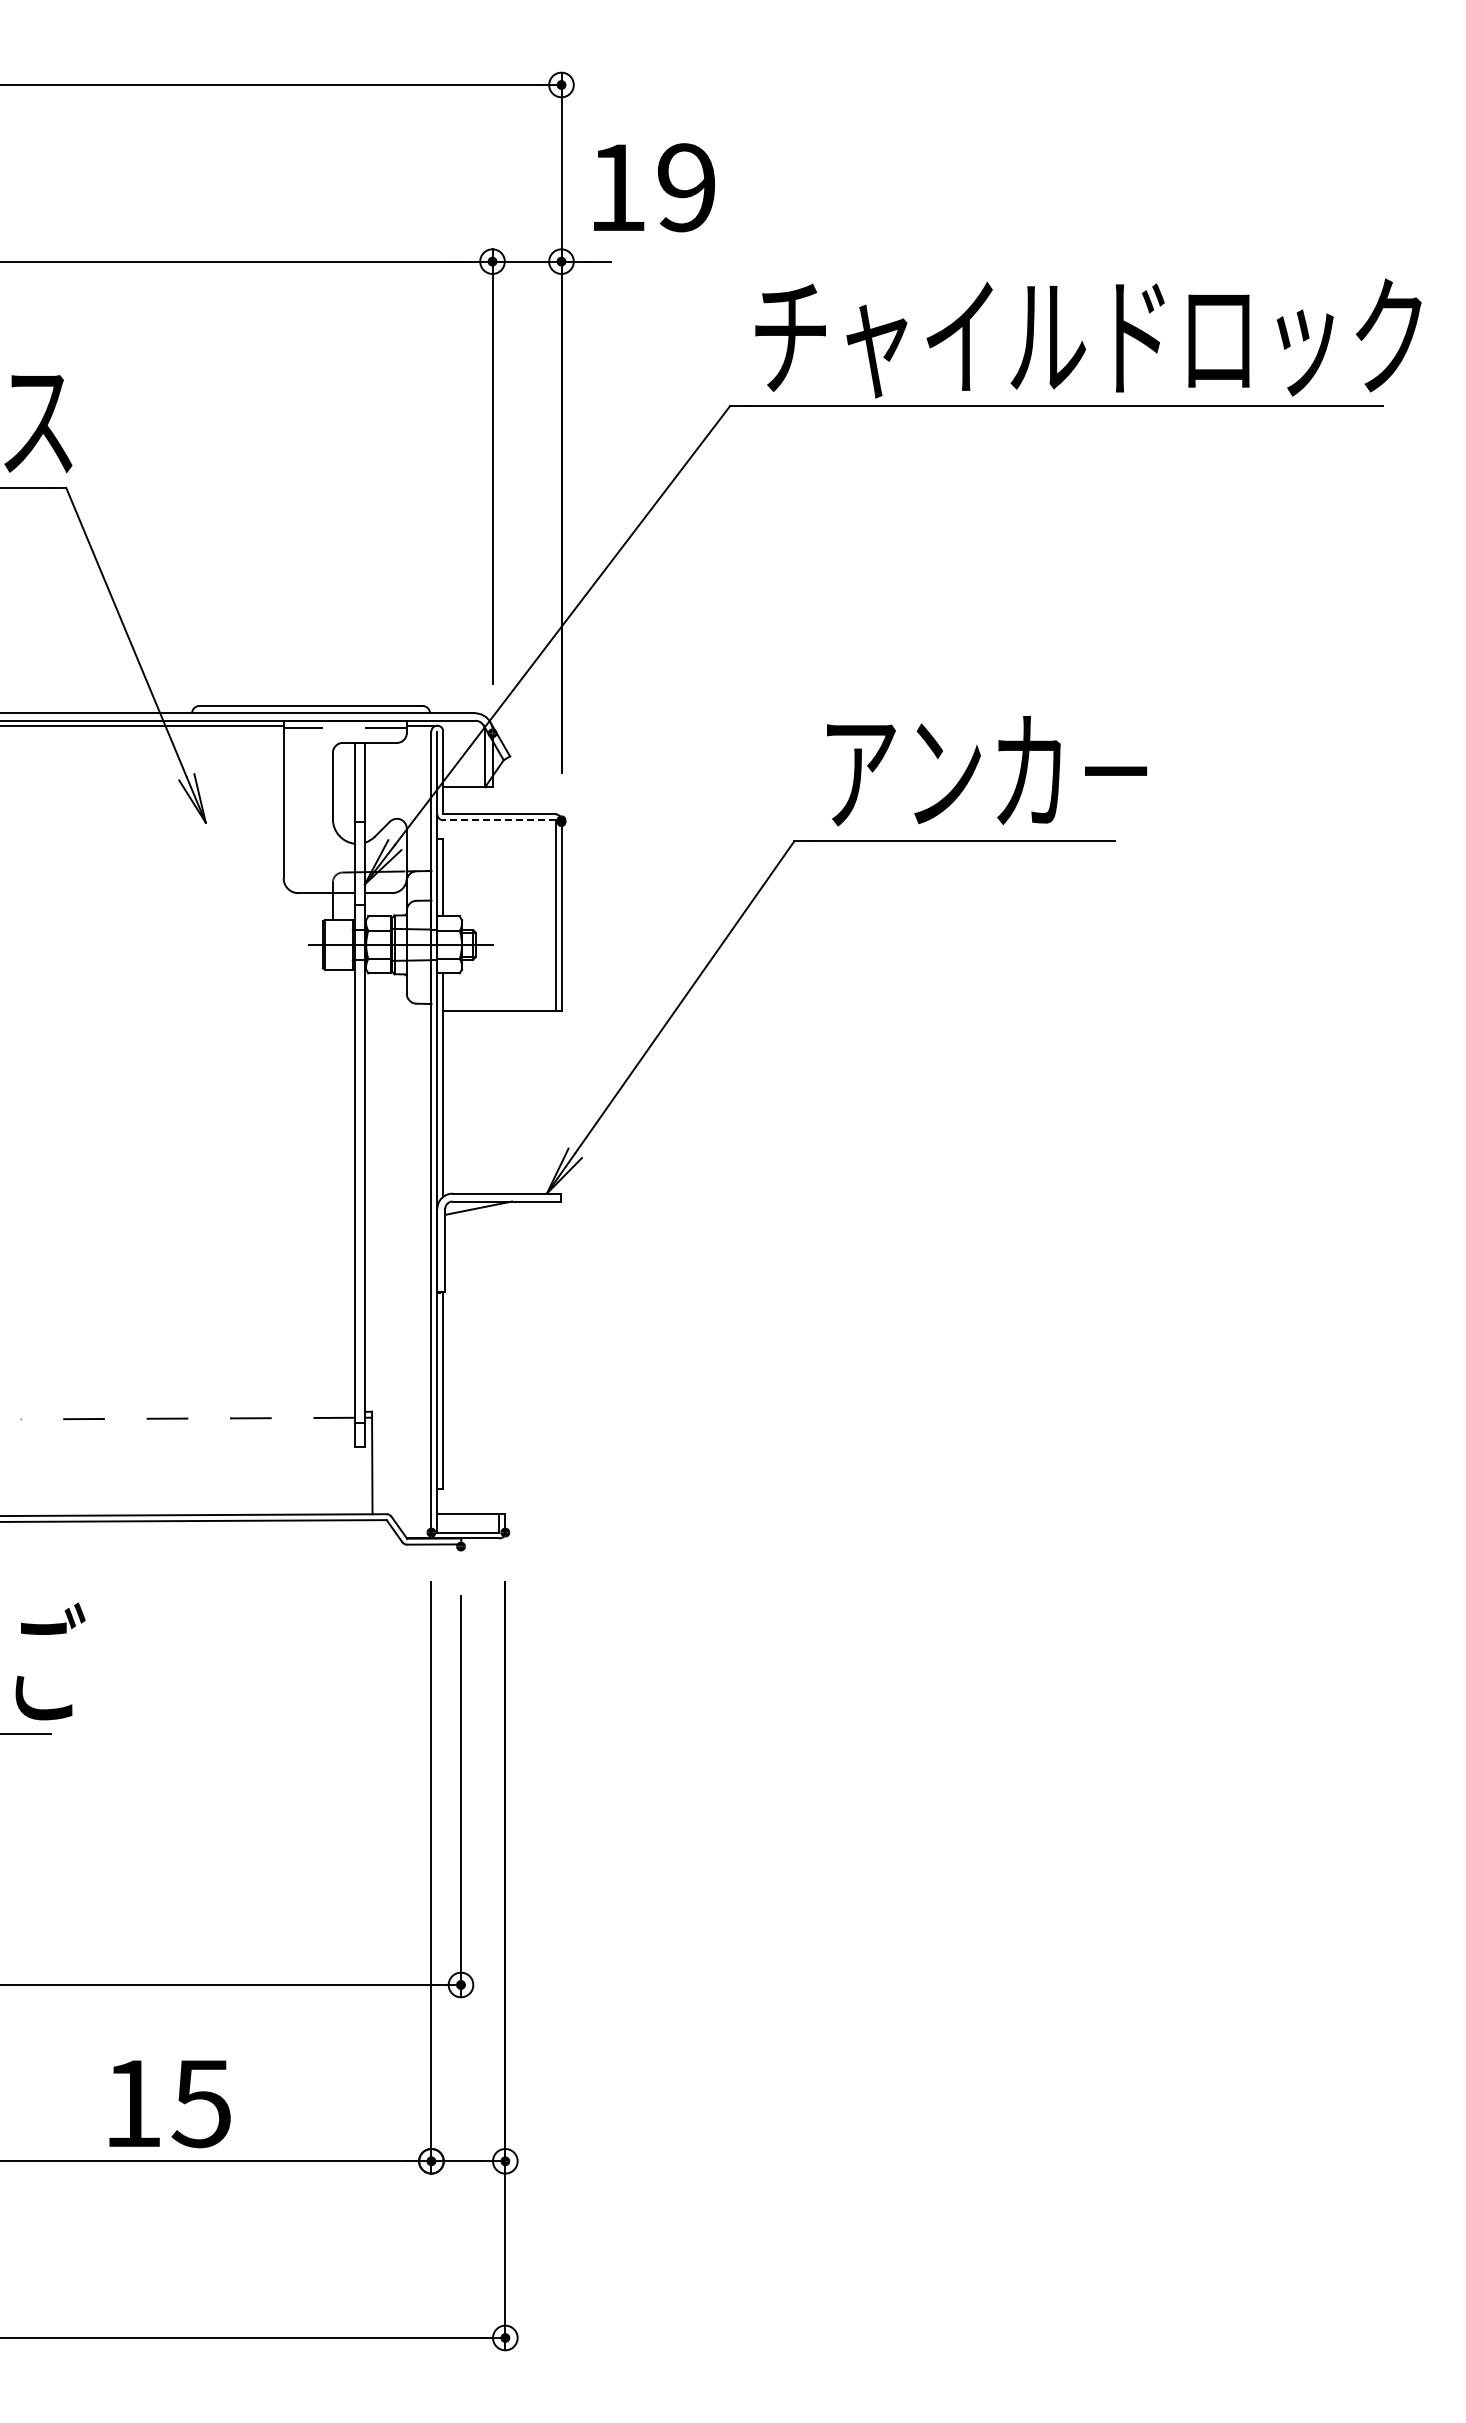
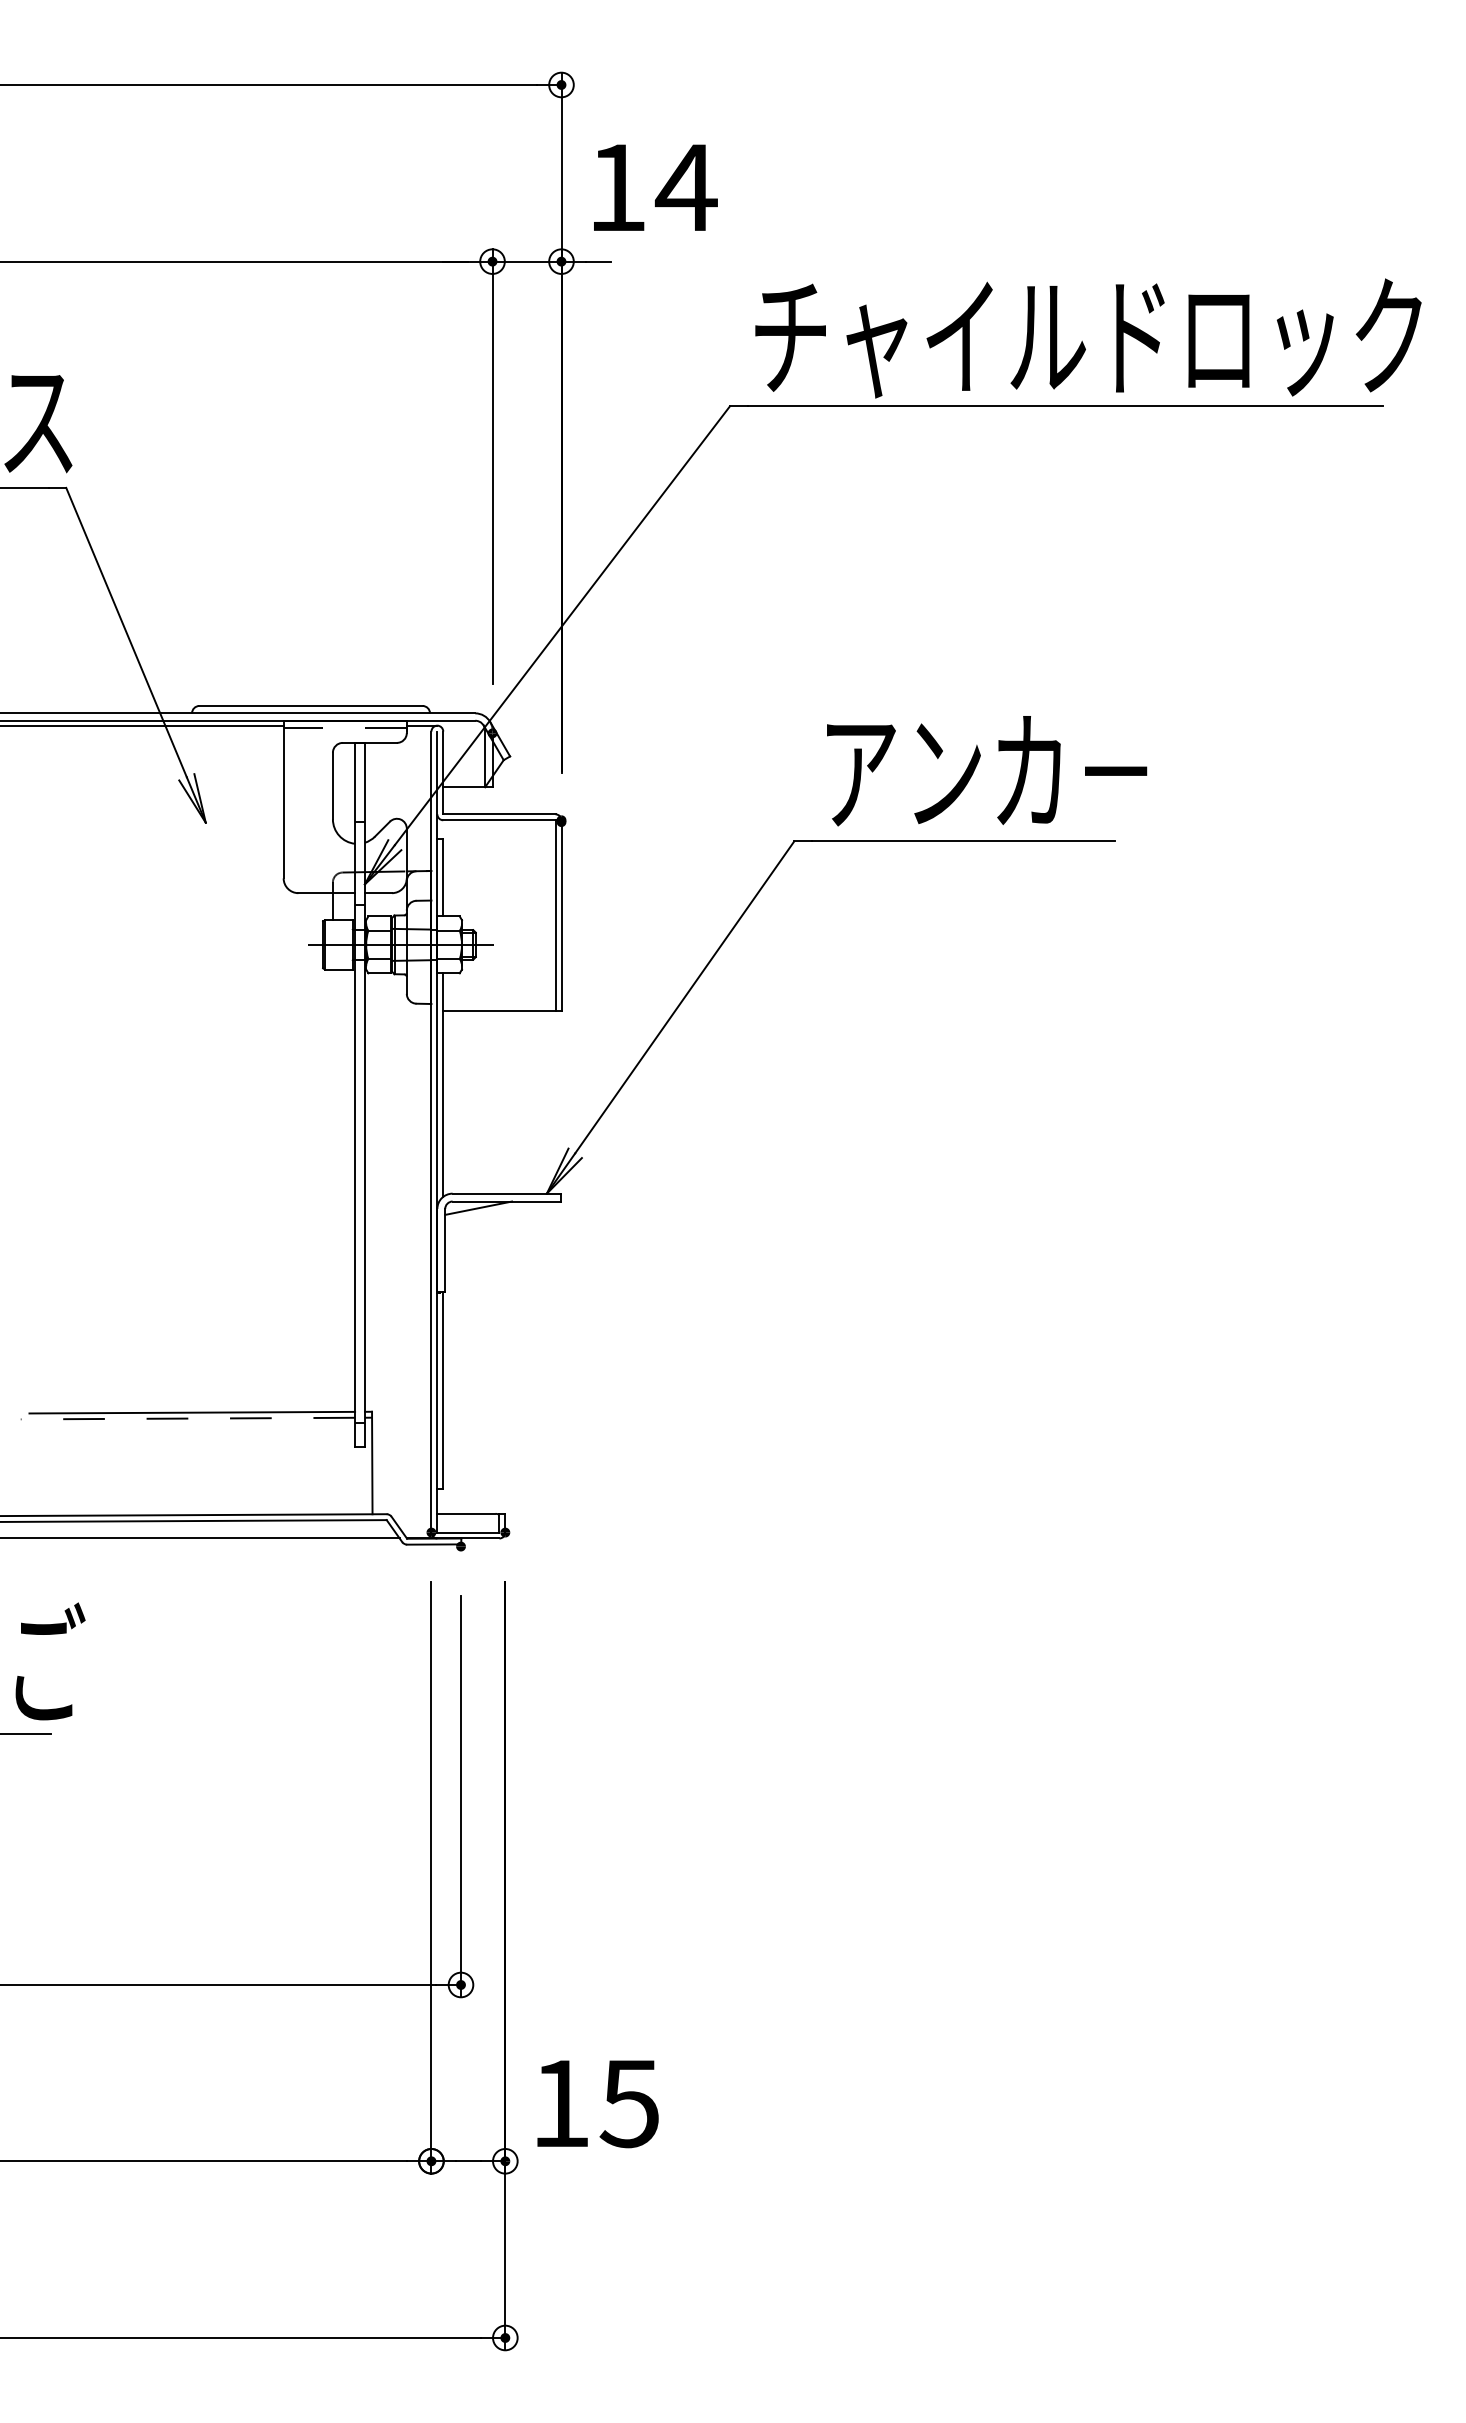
text at (685, 187): 19 -> 14
line at (498, 820): dashed -> solid
line at (192, 1412): none -> present
line at (200, 1538): none -> present
text at (169, 2104) position: (169, 2104) -> (597, 2104)
